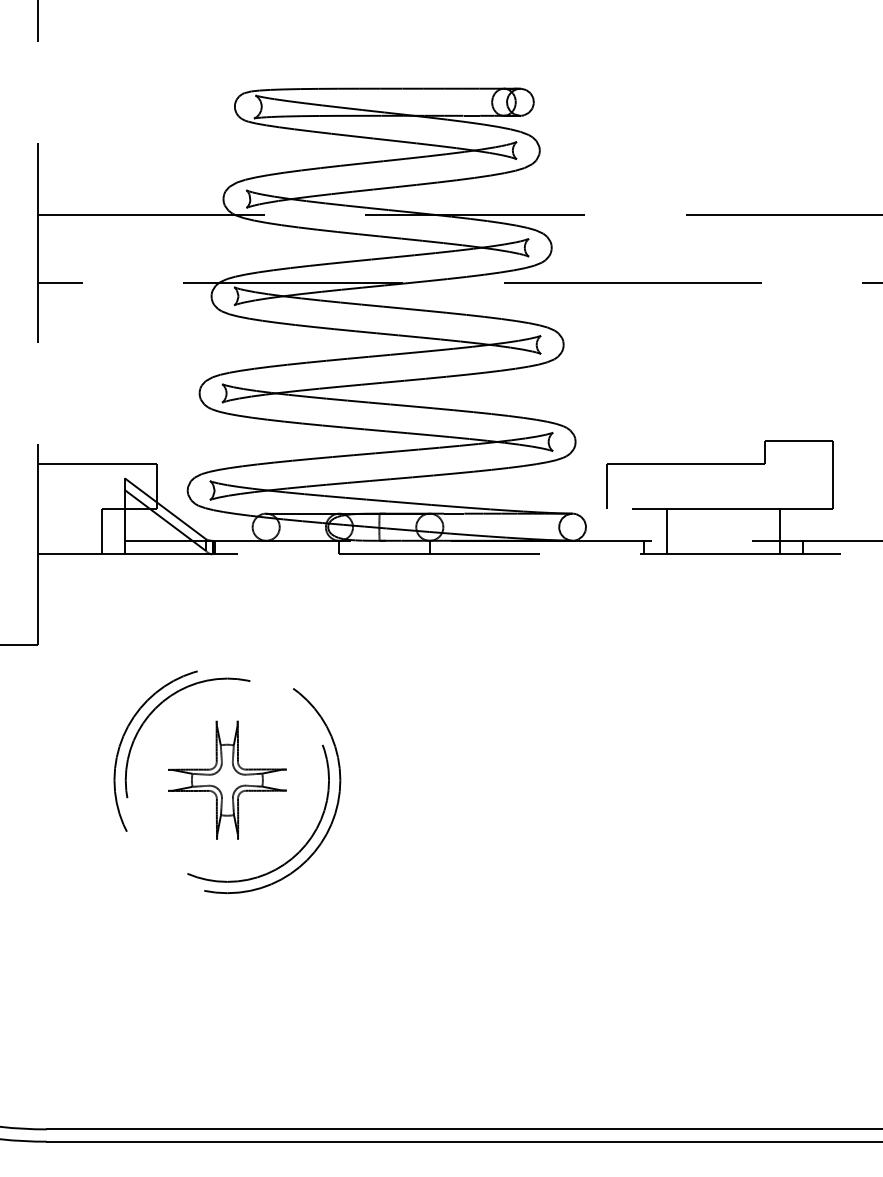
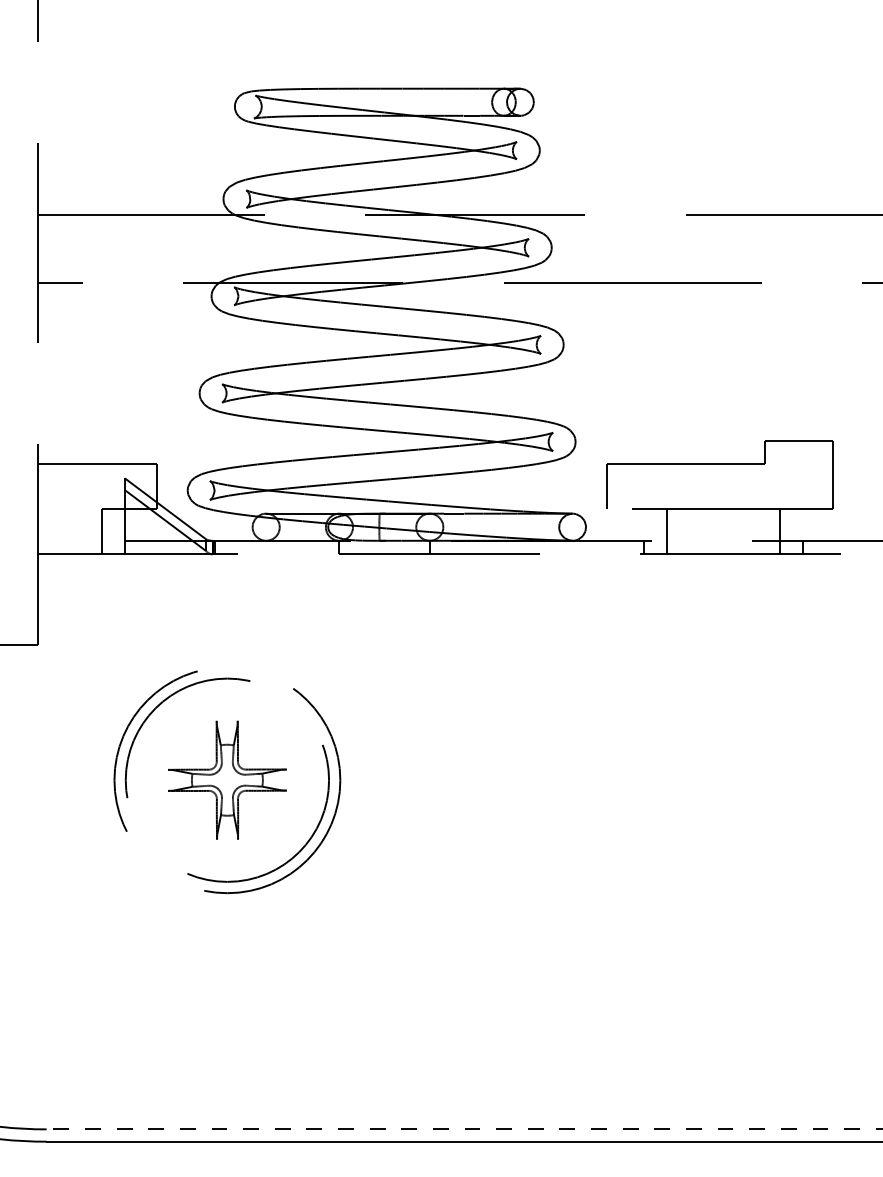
line at (464, 1129): solid -> dashed
